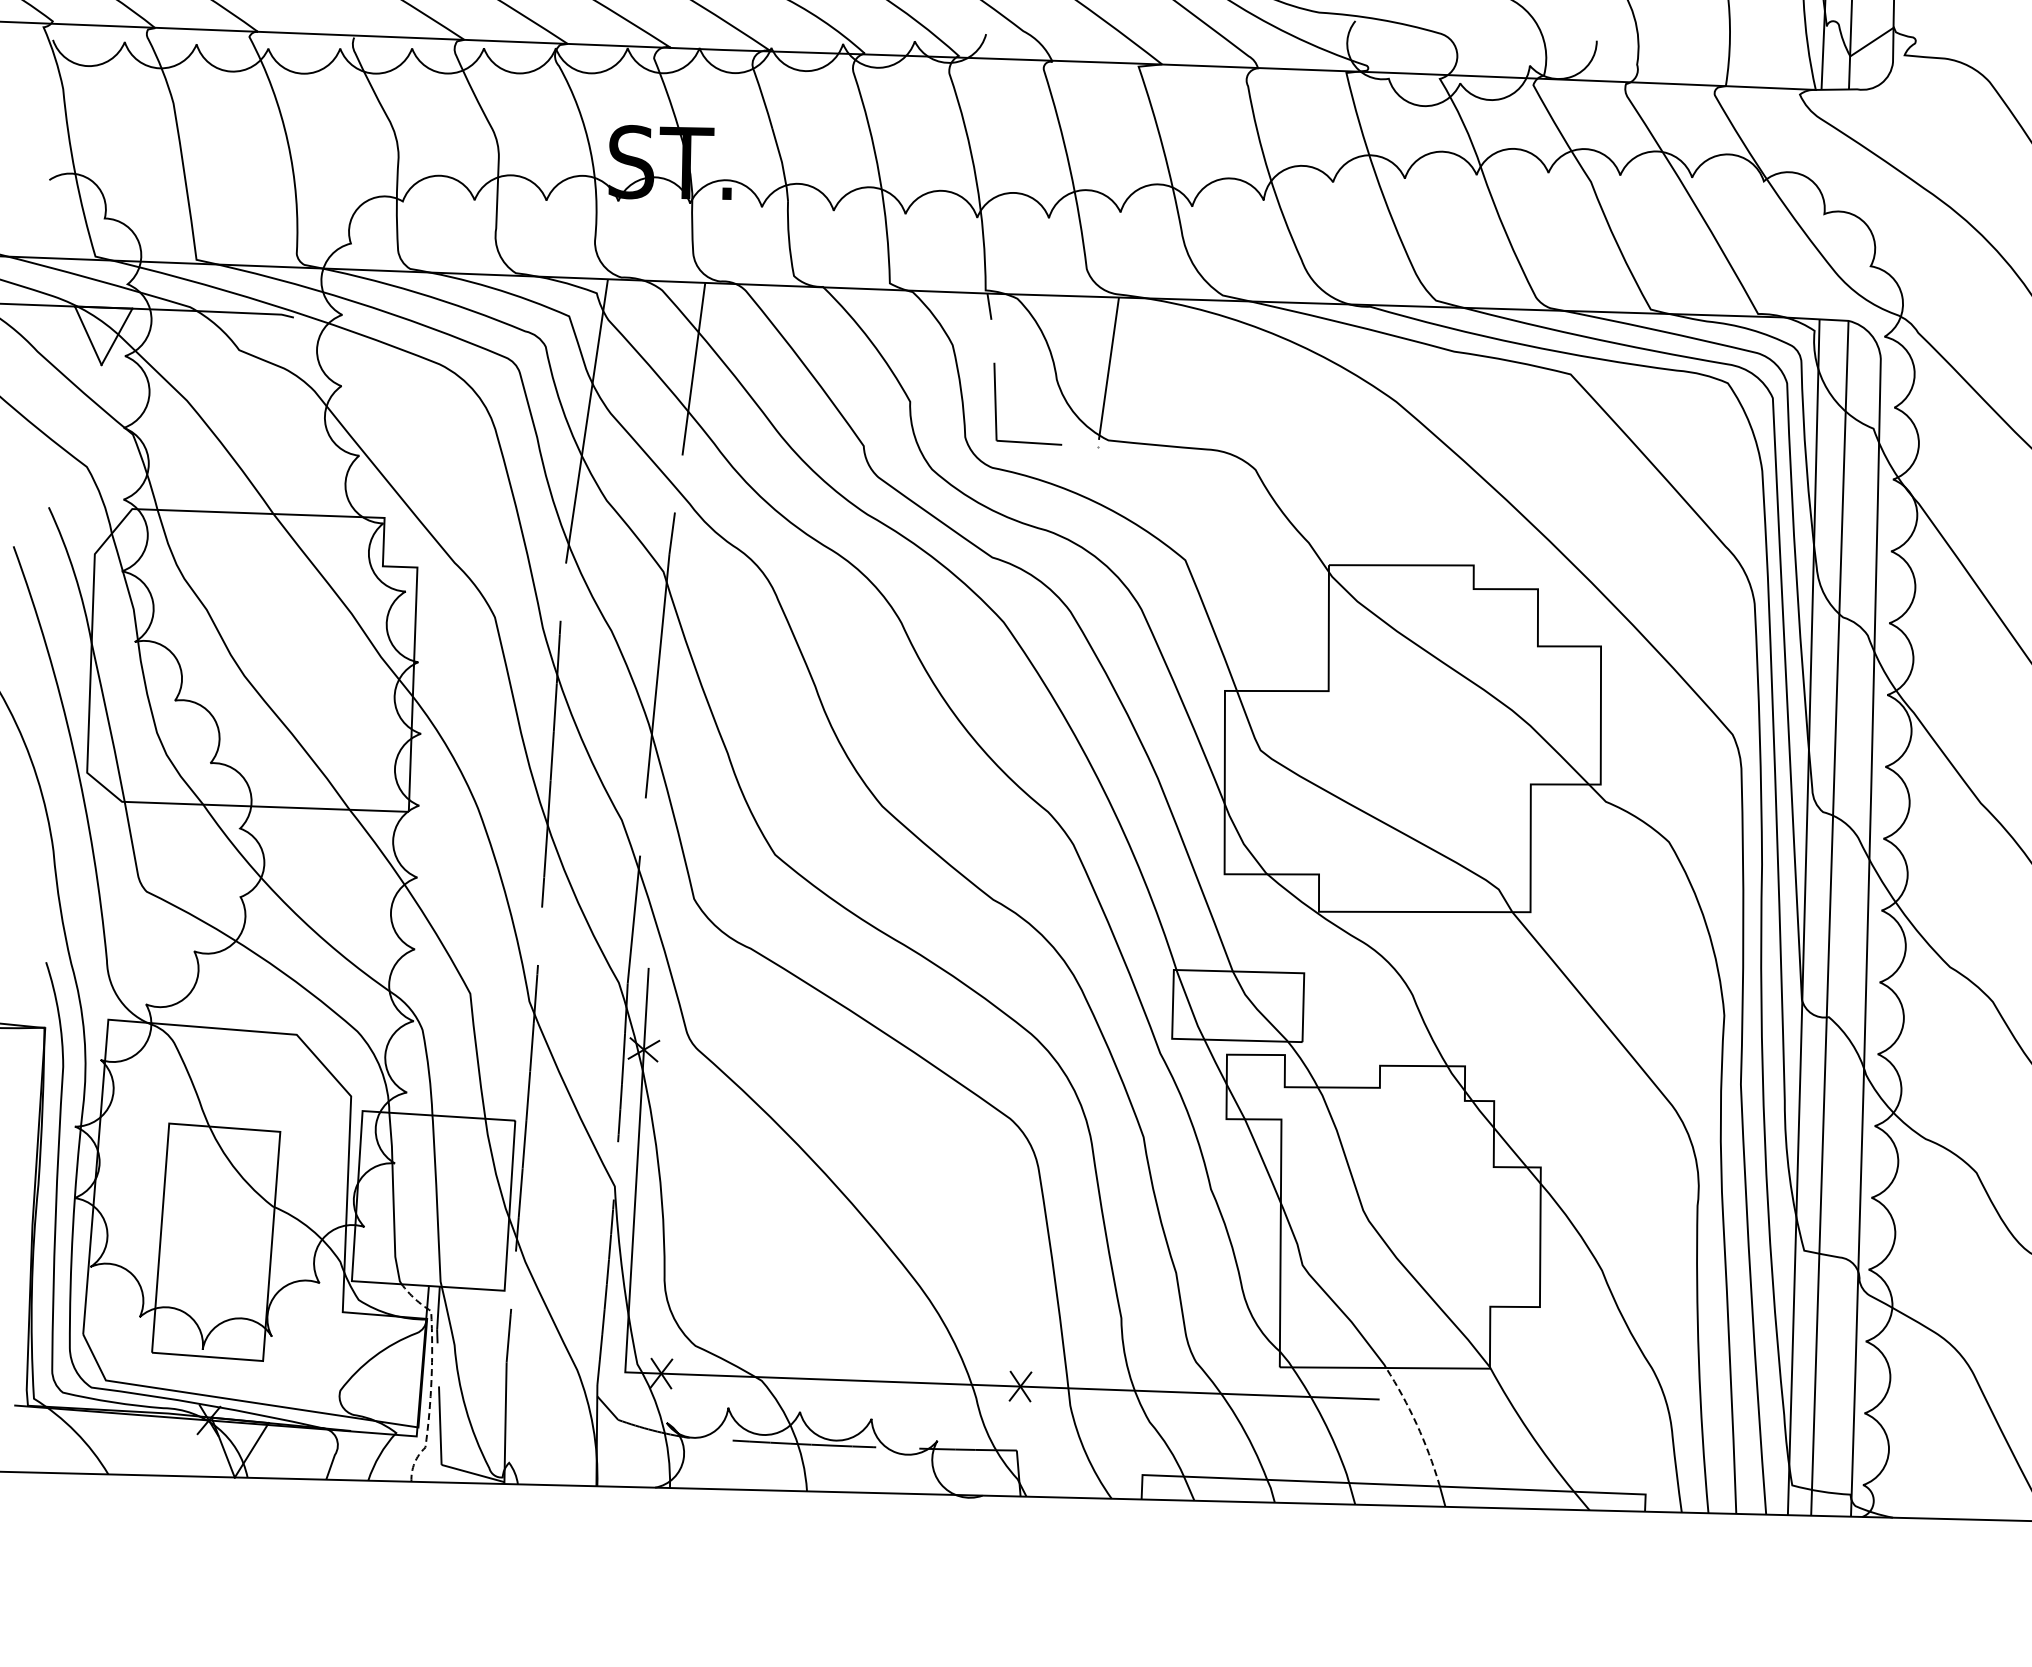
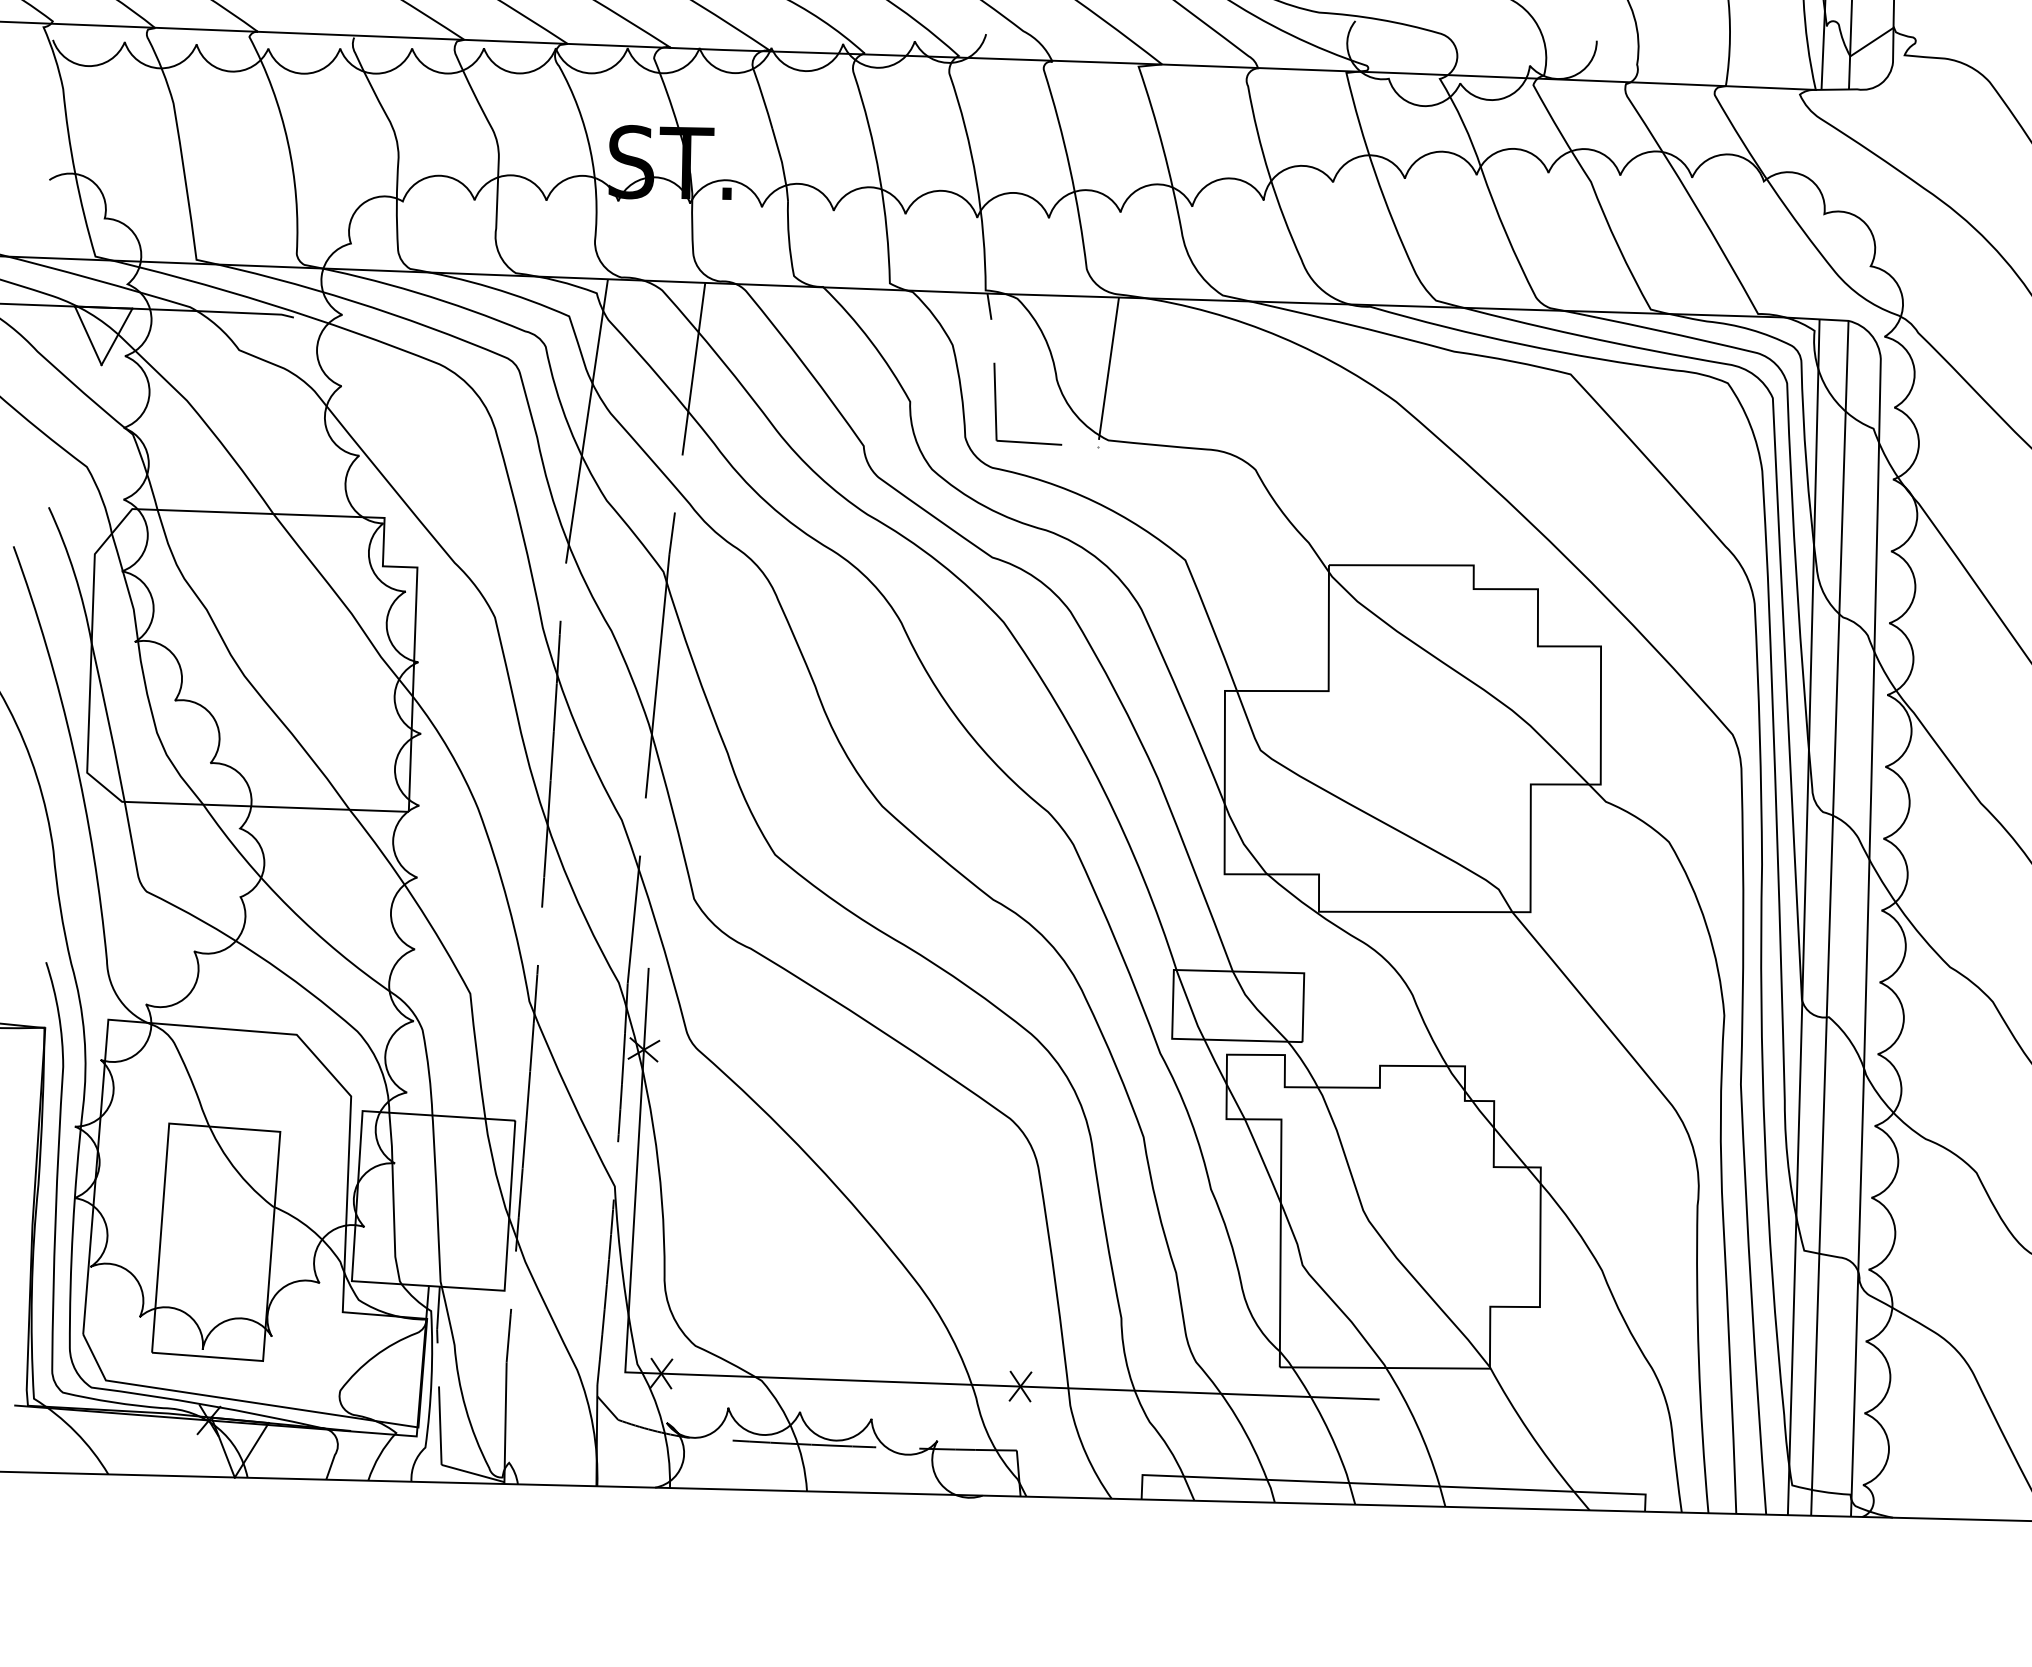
line at (431, 1379): dashed -> solid
line at (1417, 1425): dashed -> solid
